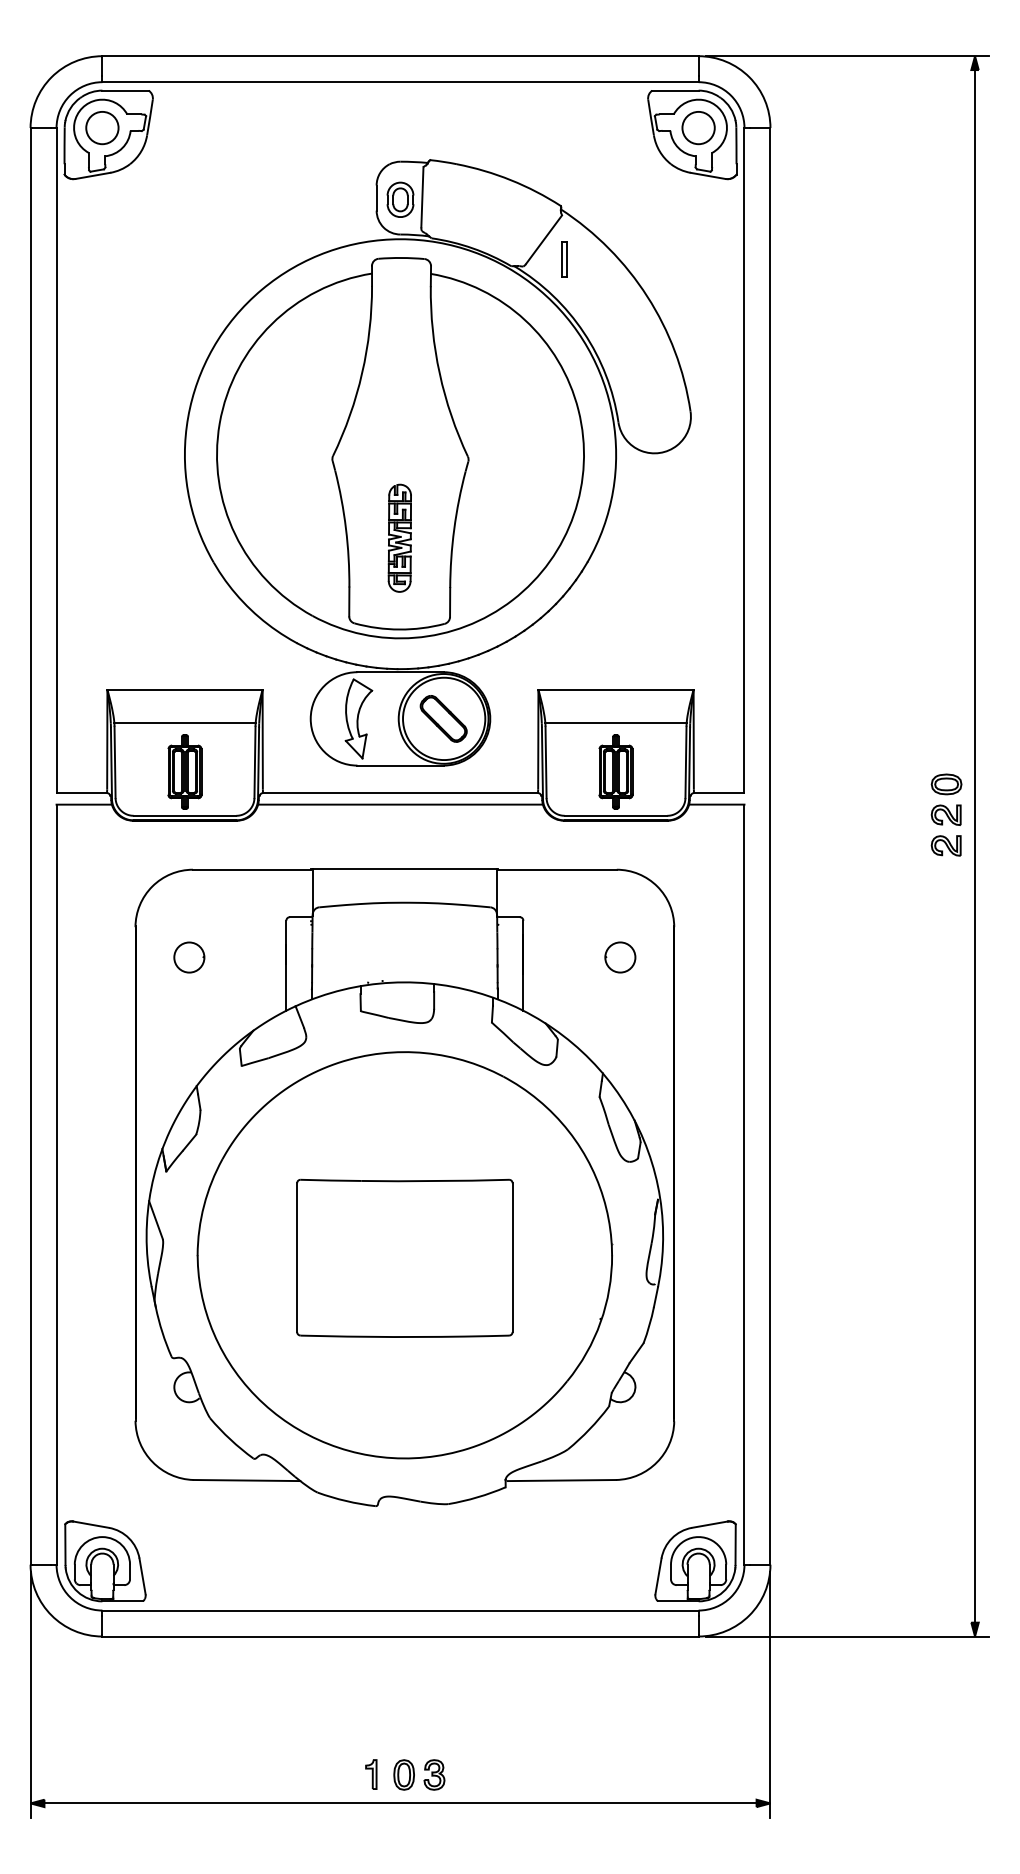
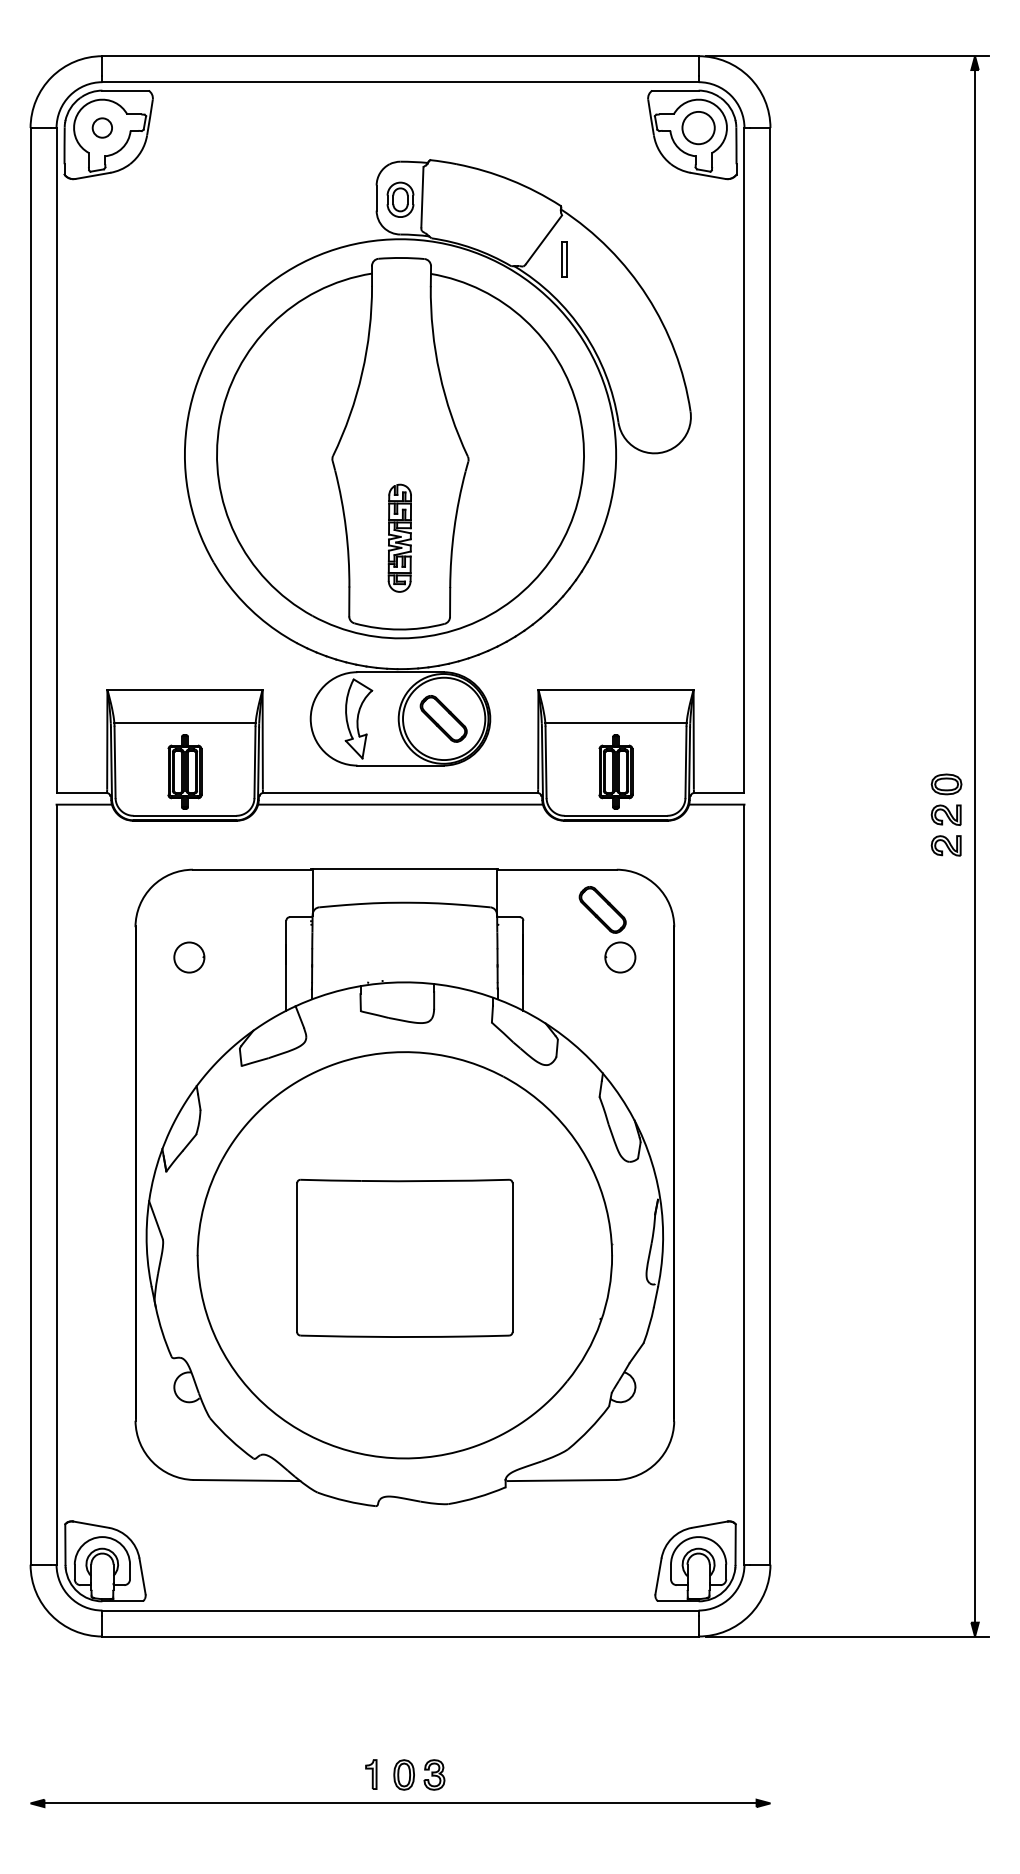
circle at (102, 127) diameter: 32 px -> 19 px
part at (602, 909): none -> present
line at (30, 1694): present -> none
line at (770, 1694): present -> none
